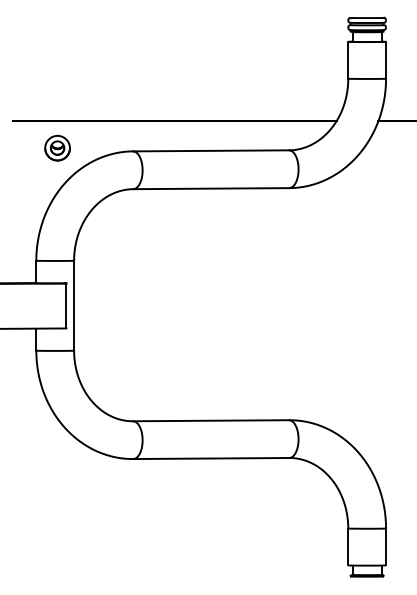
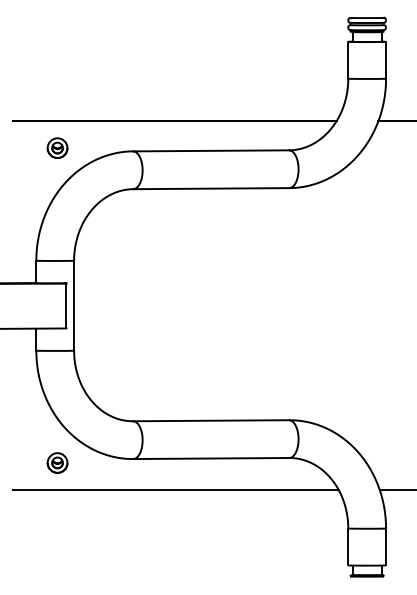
part at (57, 148) size: 27x27 px -> 23x22 px
part at (57, 462): none -> present
line at (175, 490): none -> present
line at (396, 490): none -> present
